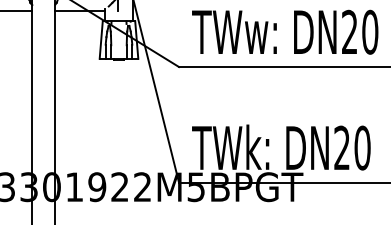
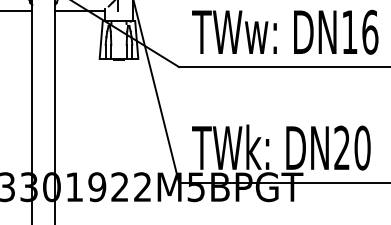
text at (360, 31): DN20 -> DN16
